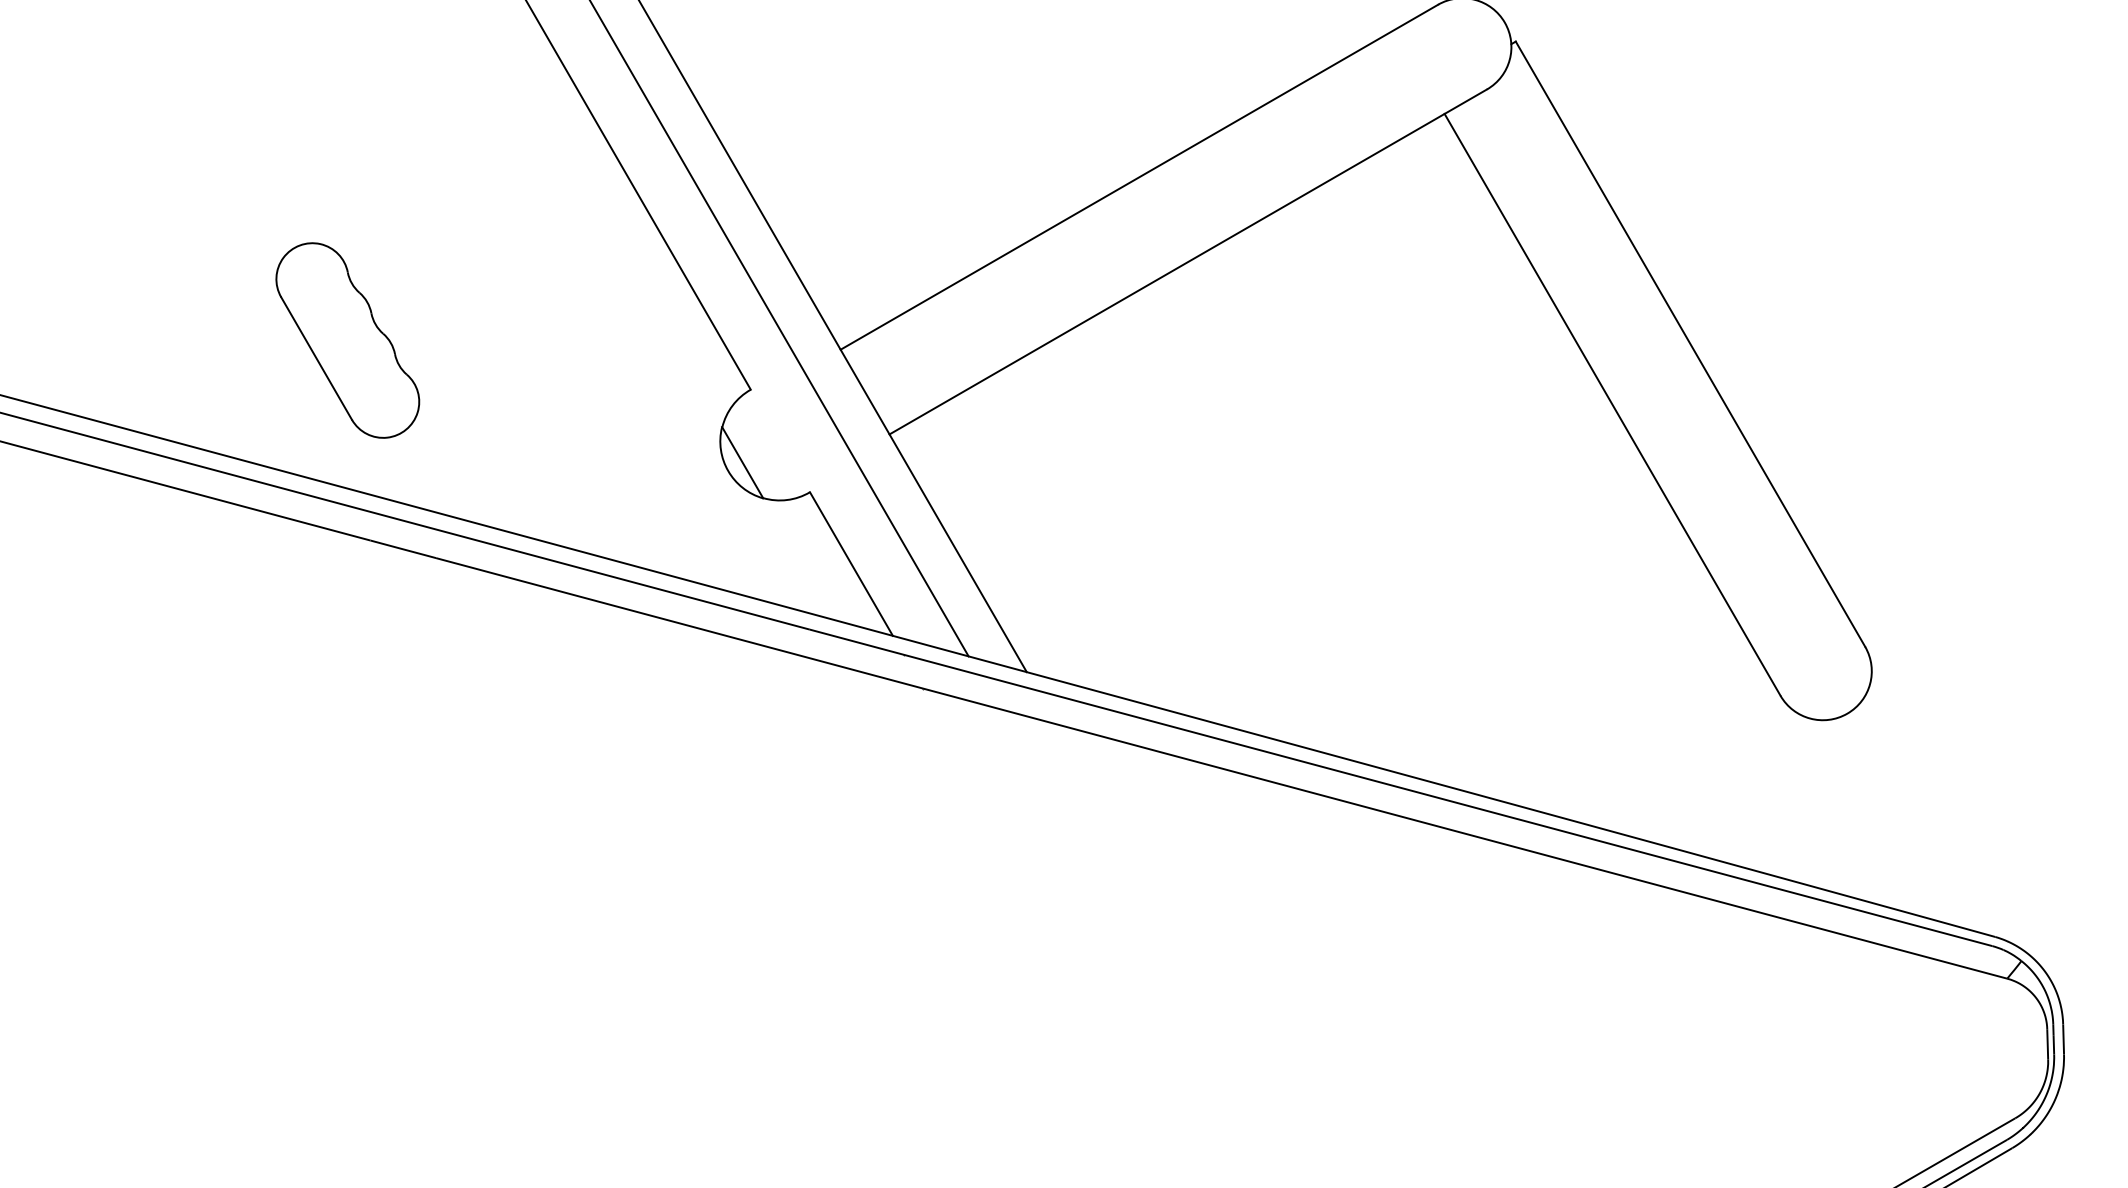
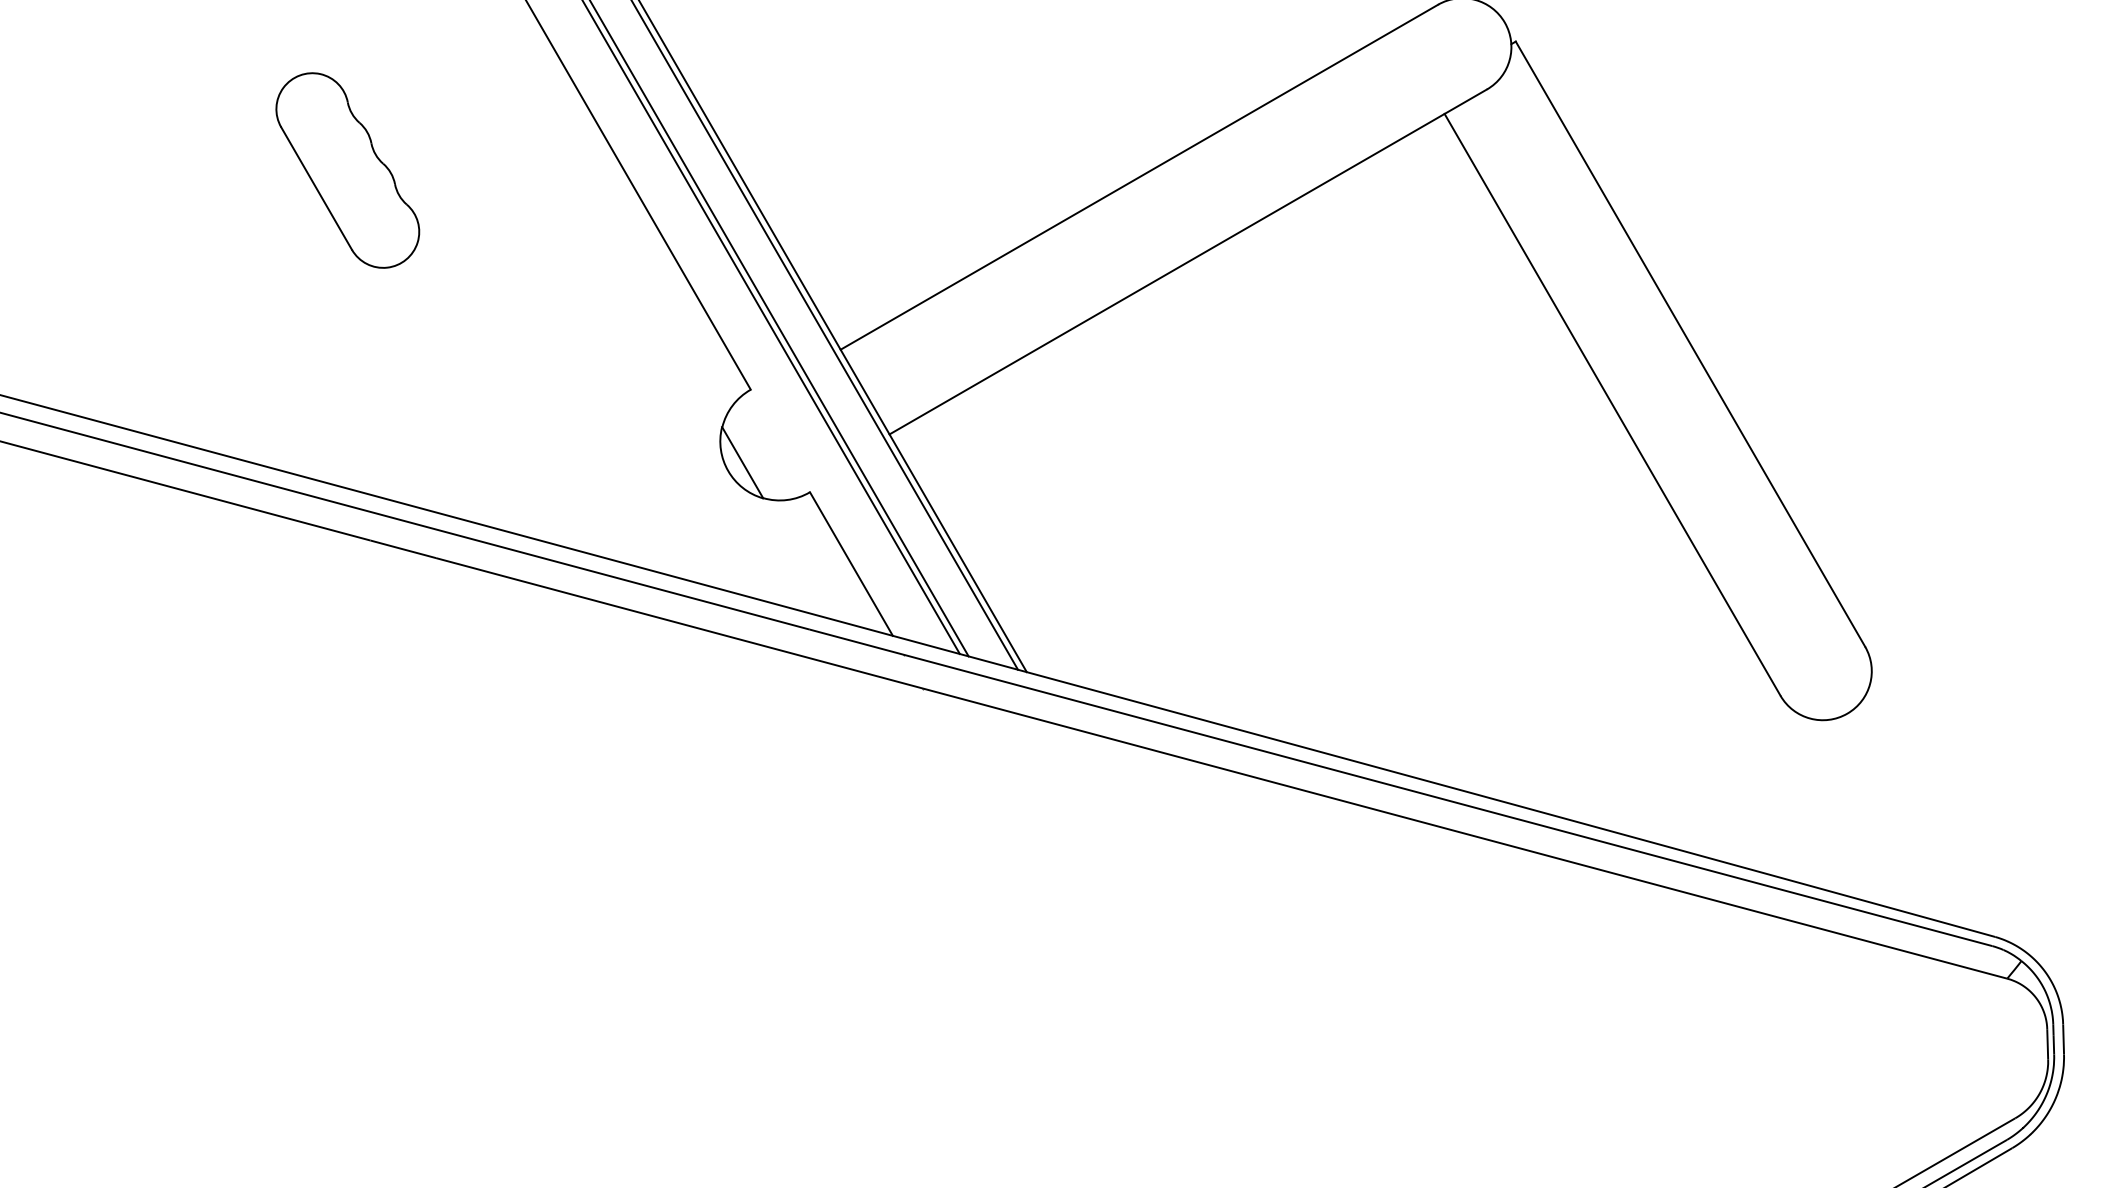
line at (771, 328): none -> present
line at (825, 335): none -> present
part at (347, 340) position: (347, 340) -> (347, 170)
